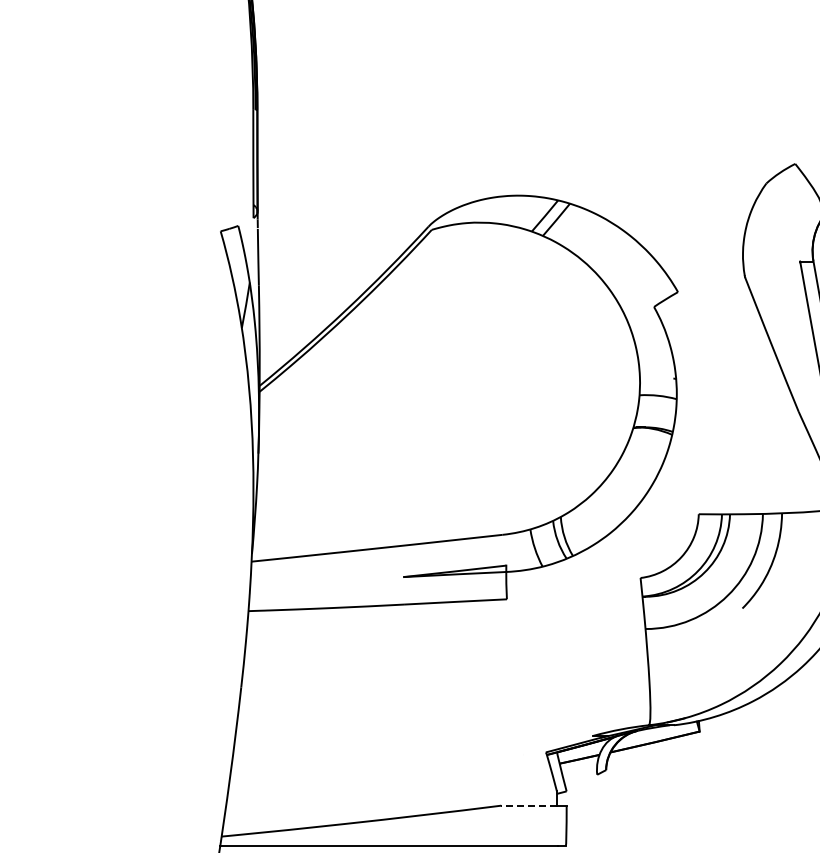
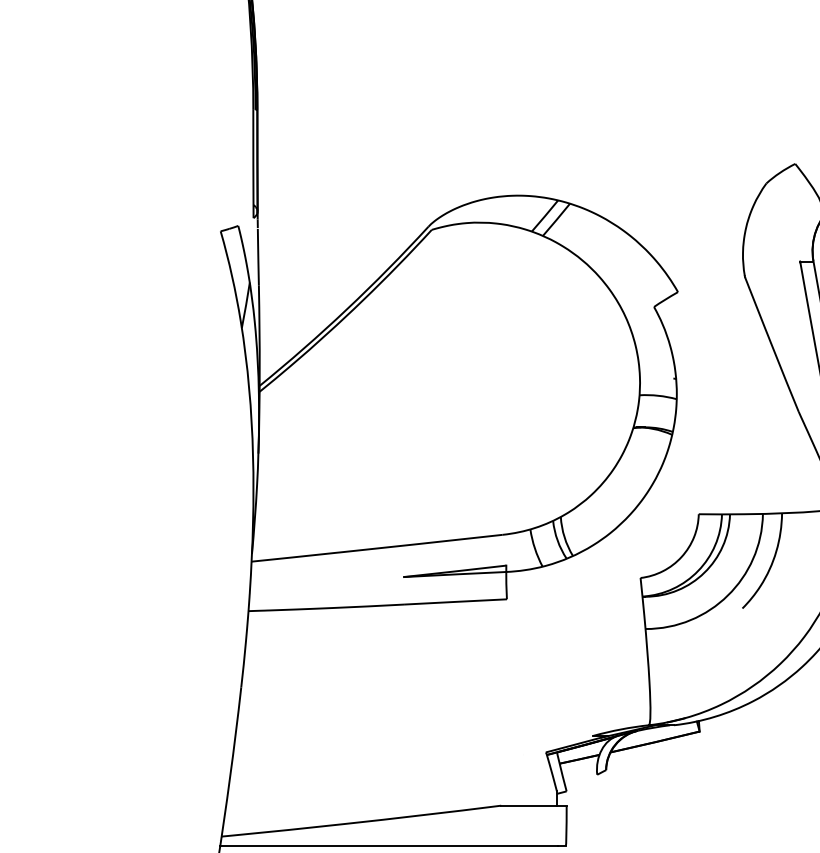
line at (529, 805): dashed -> solid
